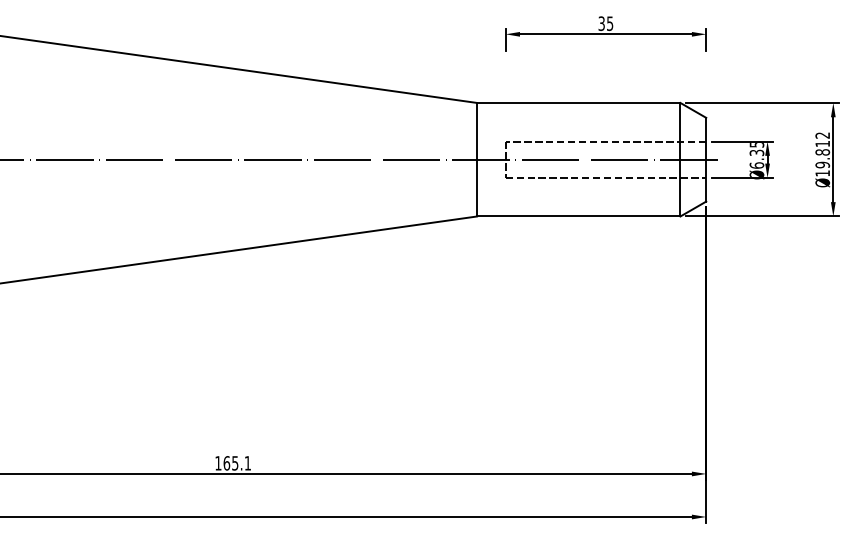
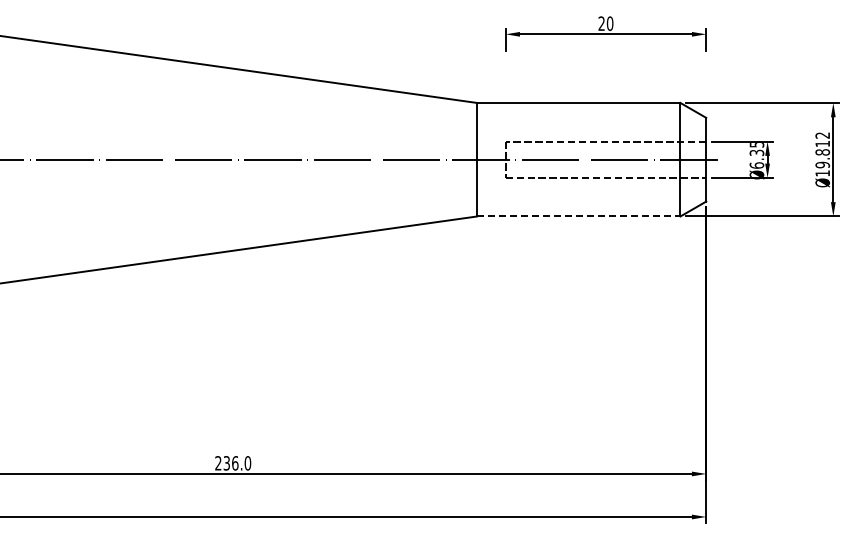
text at (605, 23): 35 -> 20
line at (578, 216): solid -> dashed
text at (233, 463): 165.1 -> 236.0
